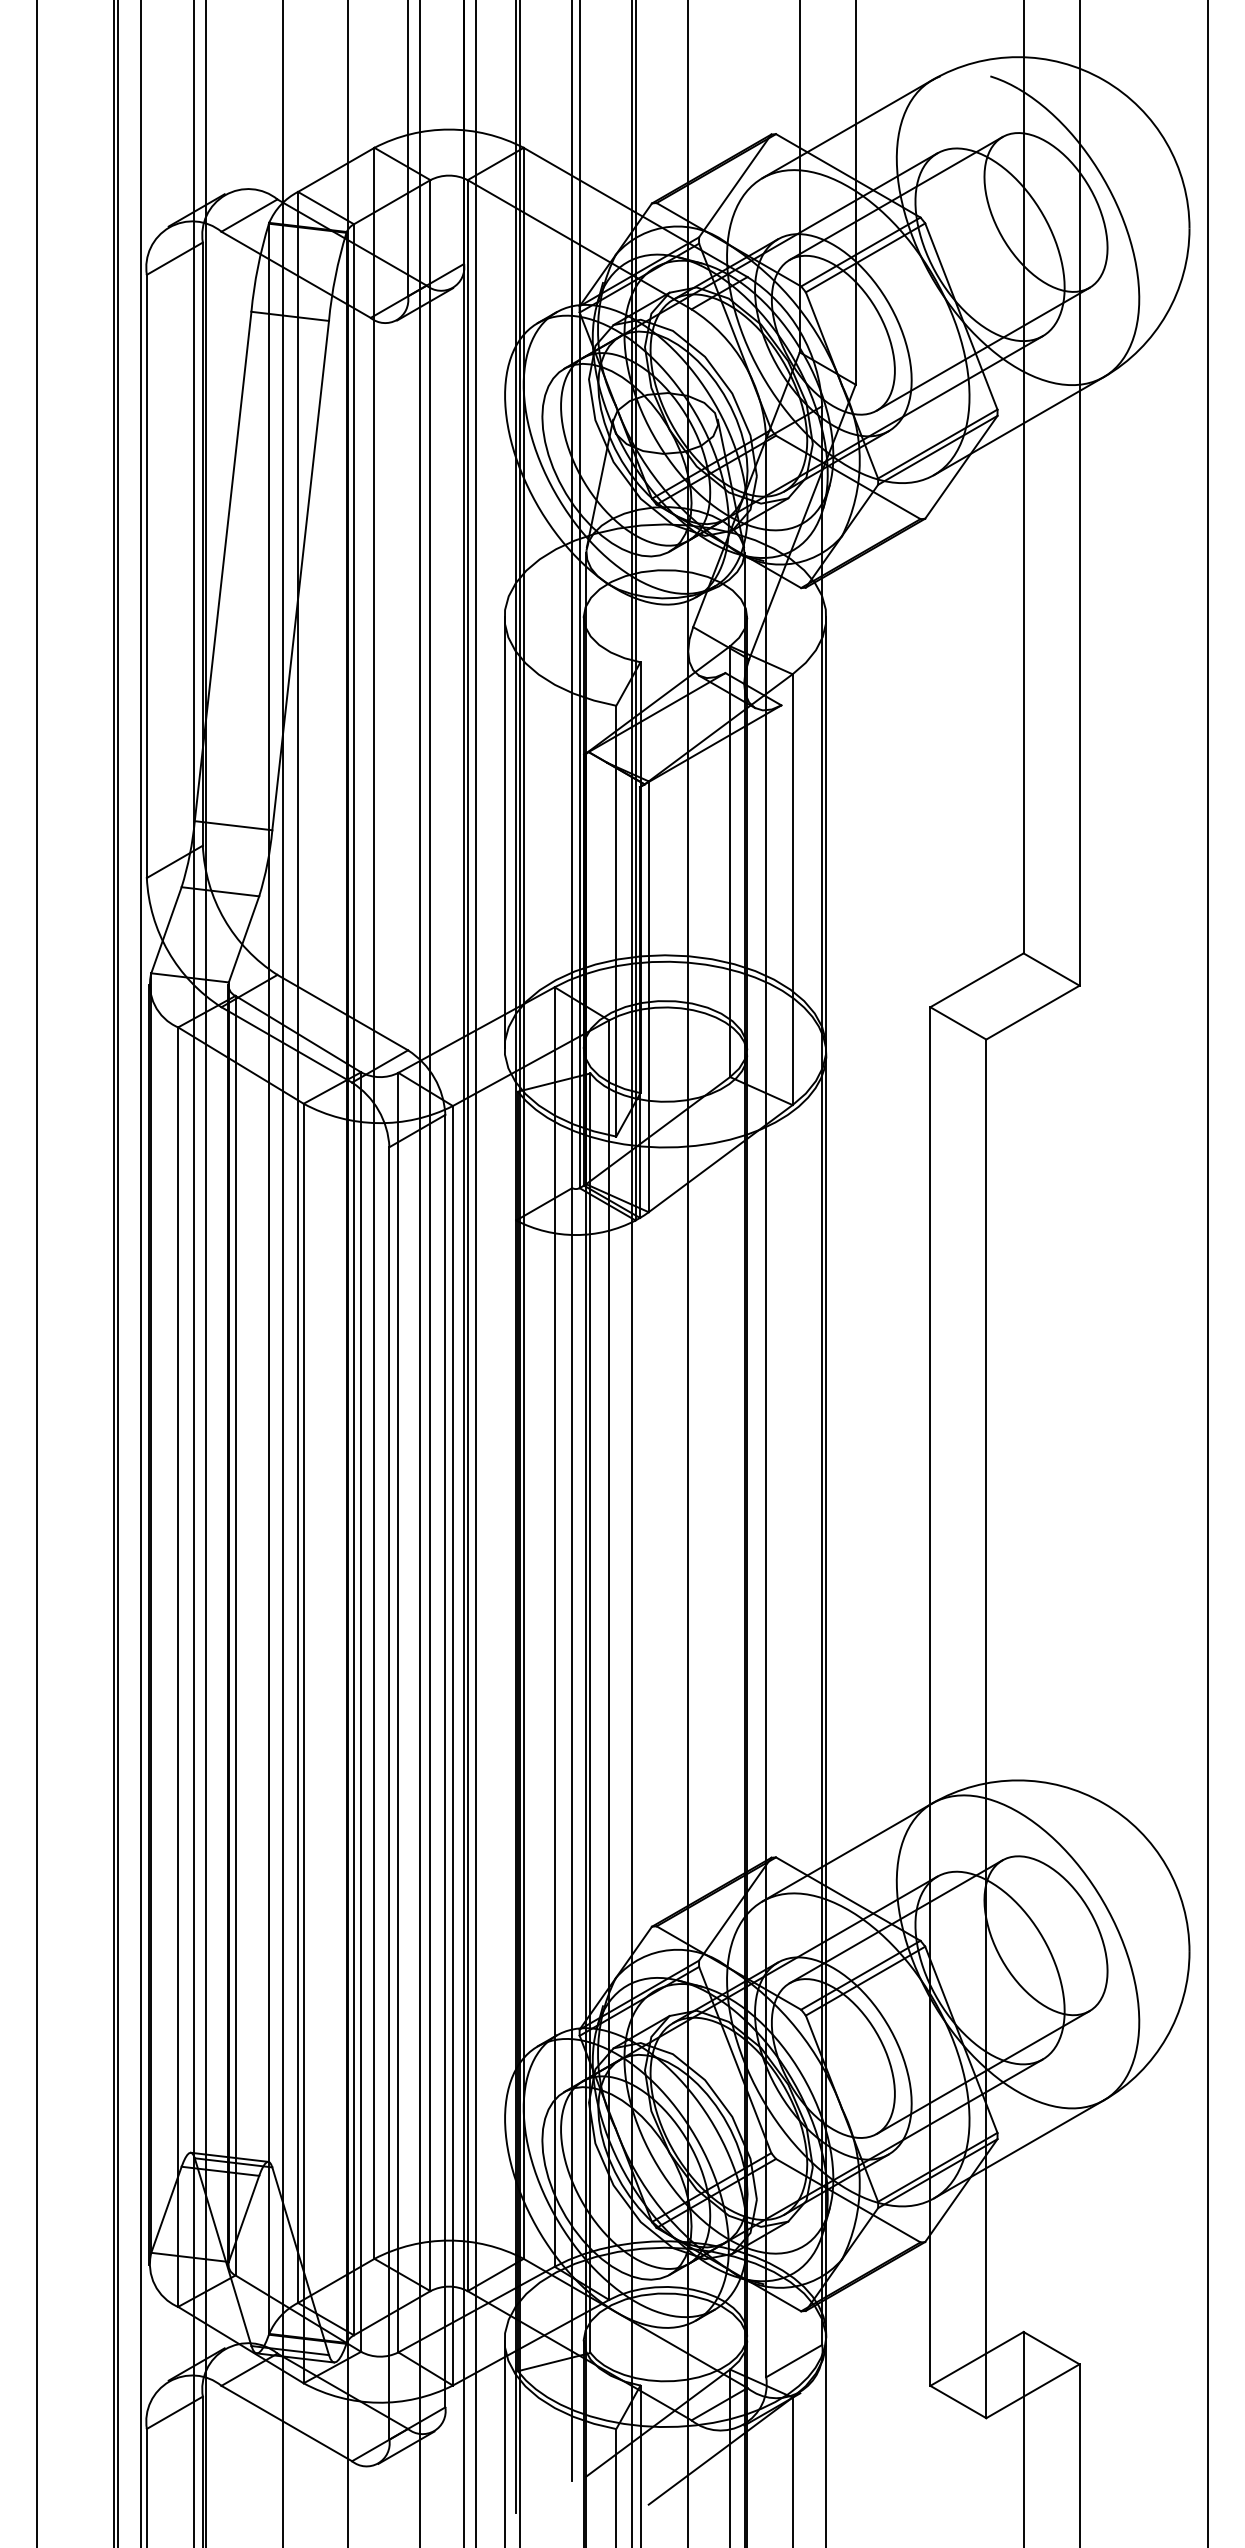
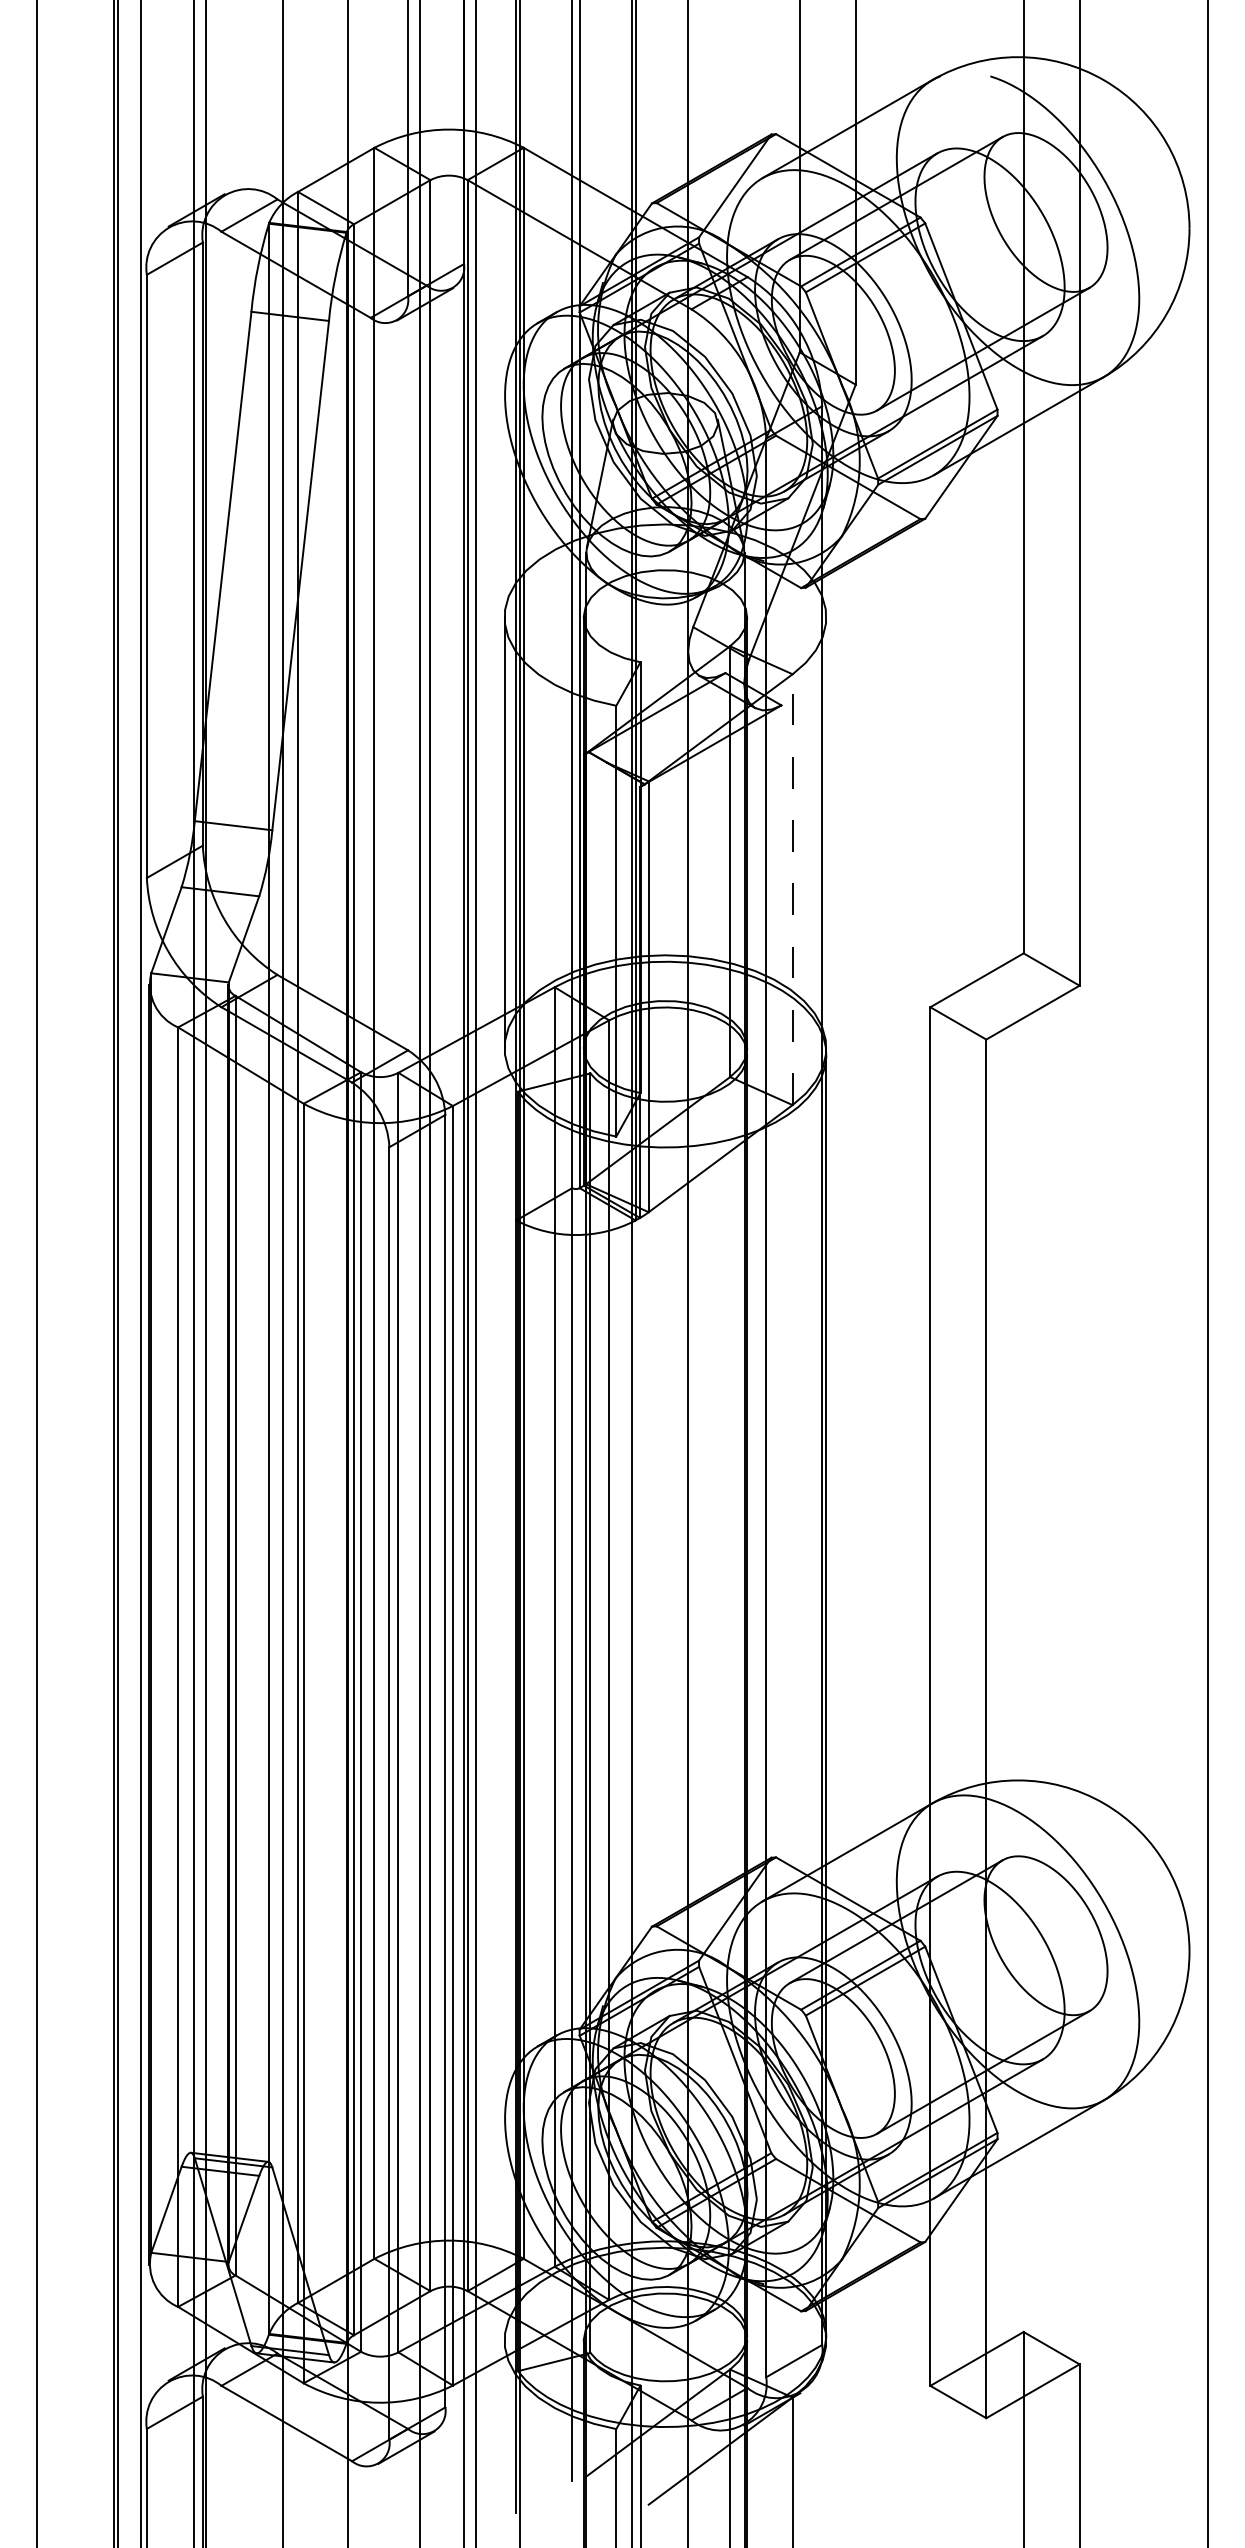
line at (826, 832): present -> none
line at (792, 889): solid -> dashed
line at (504, 2442): present -> none
line at (826, 2442): present -> none
